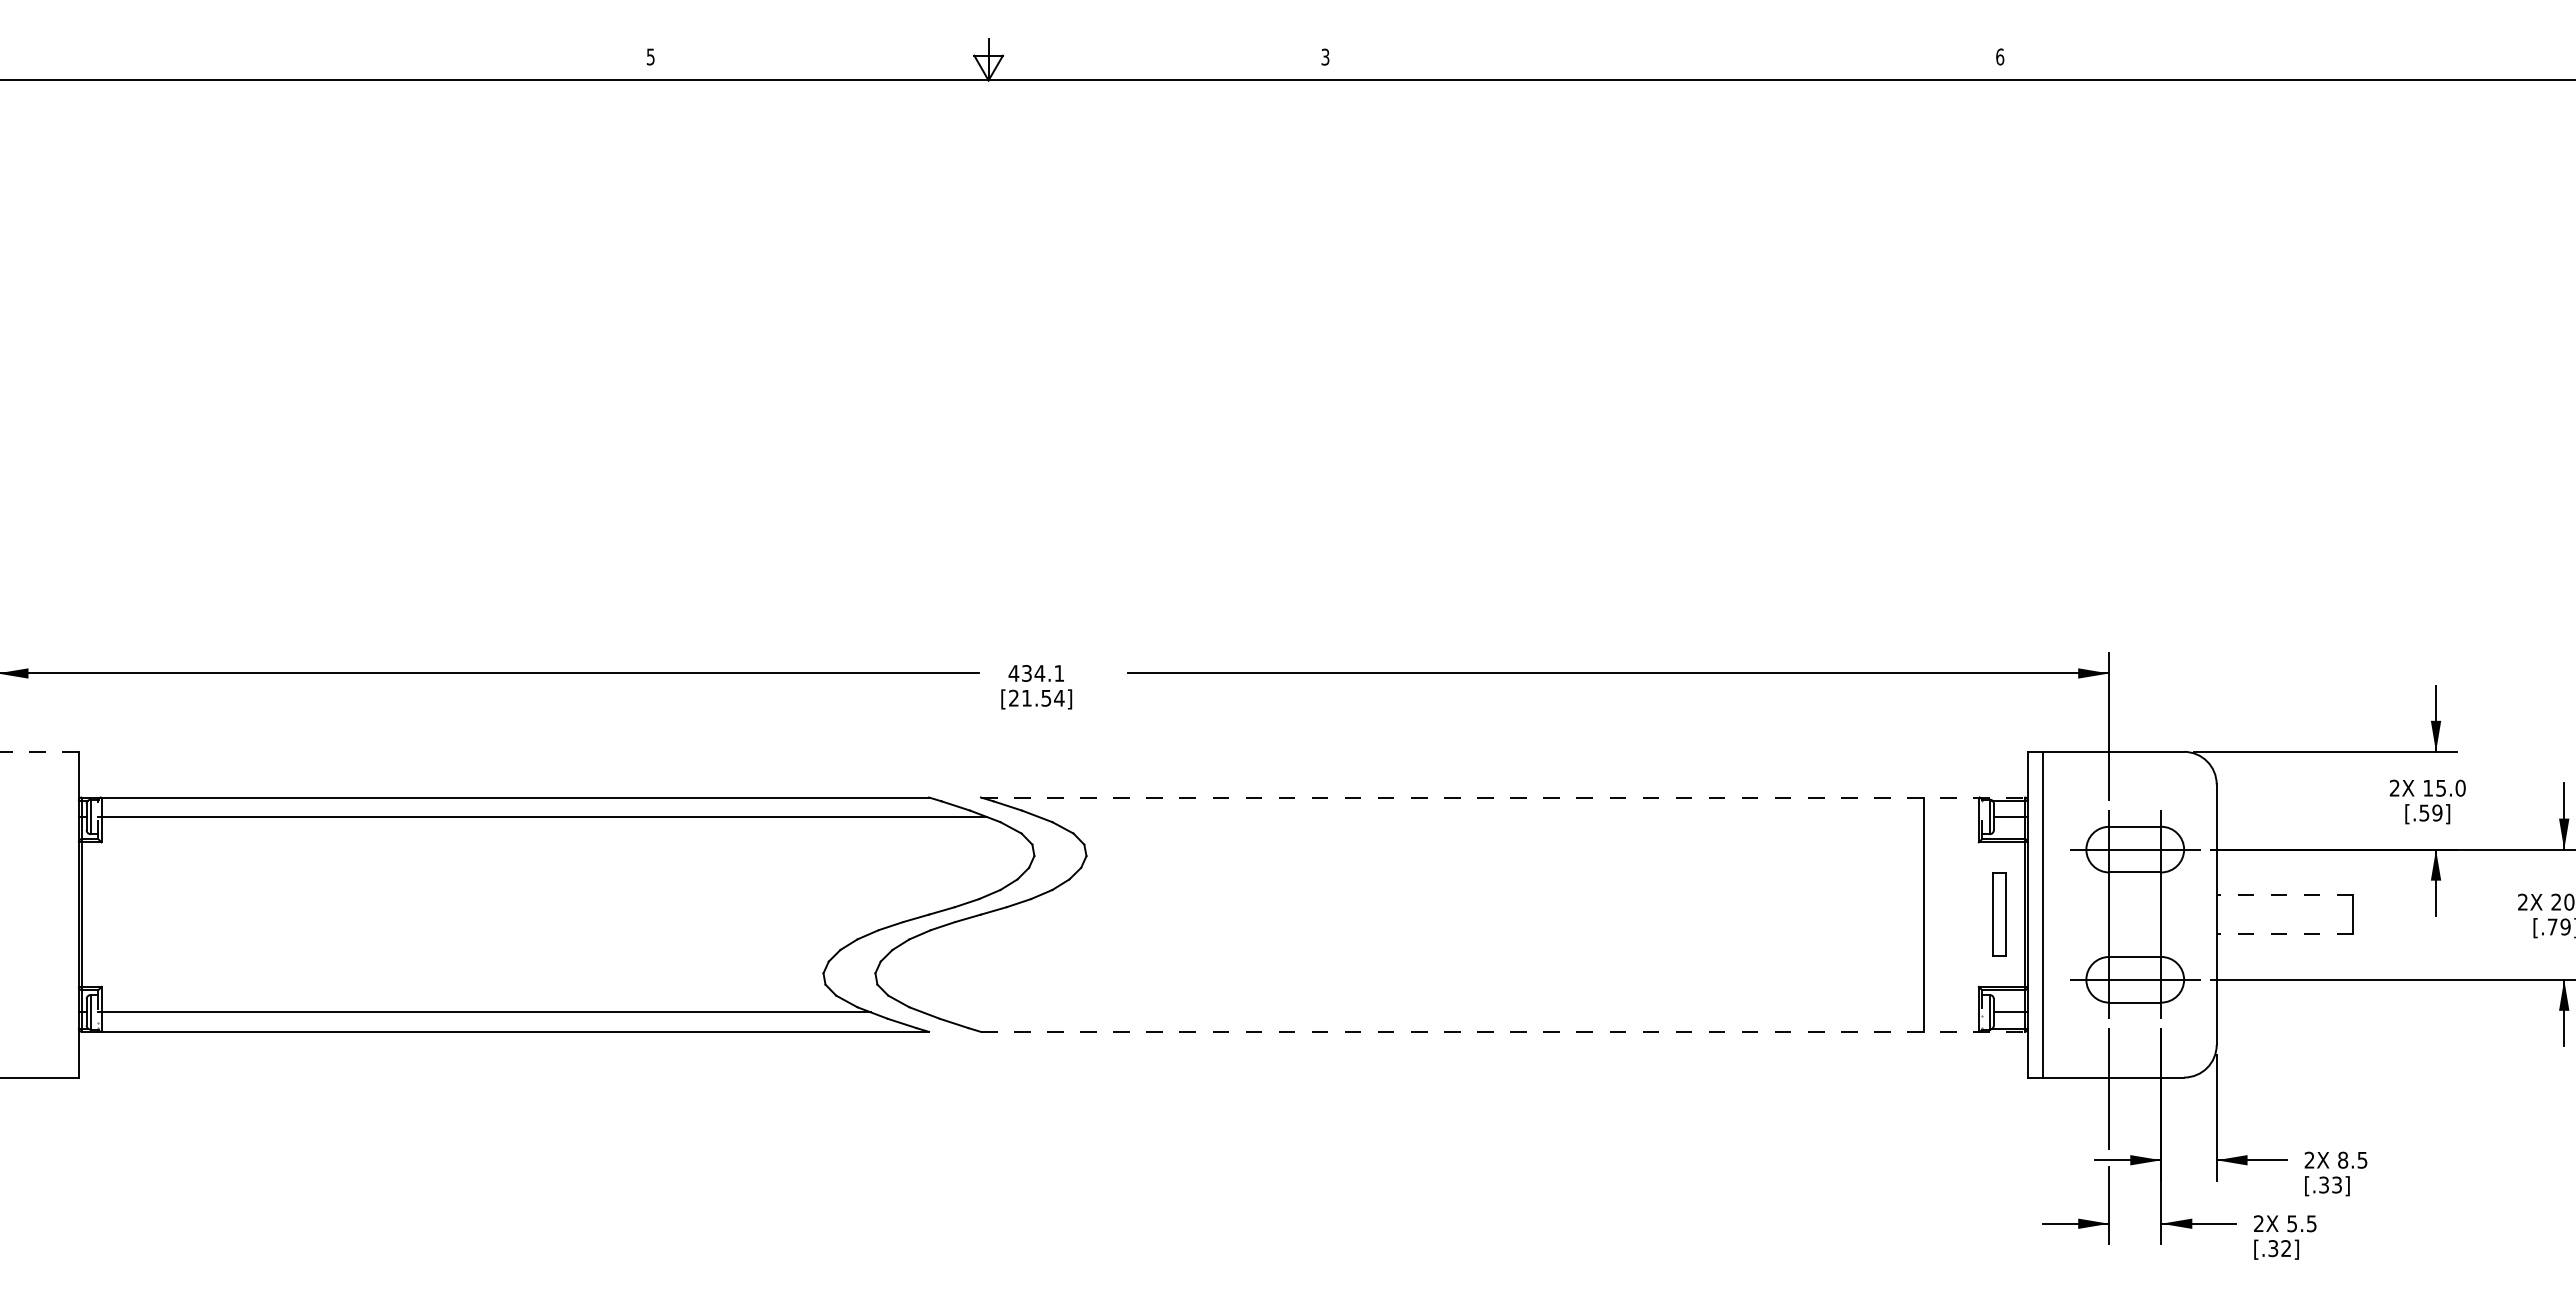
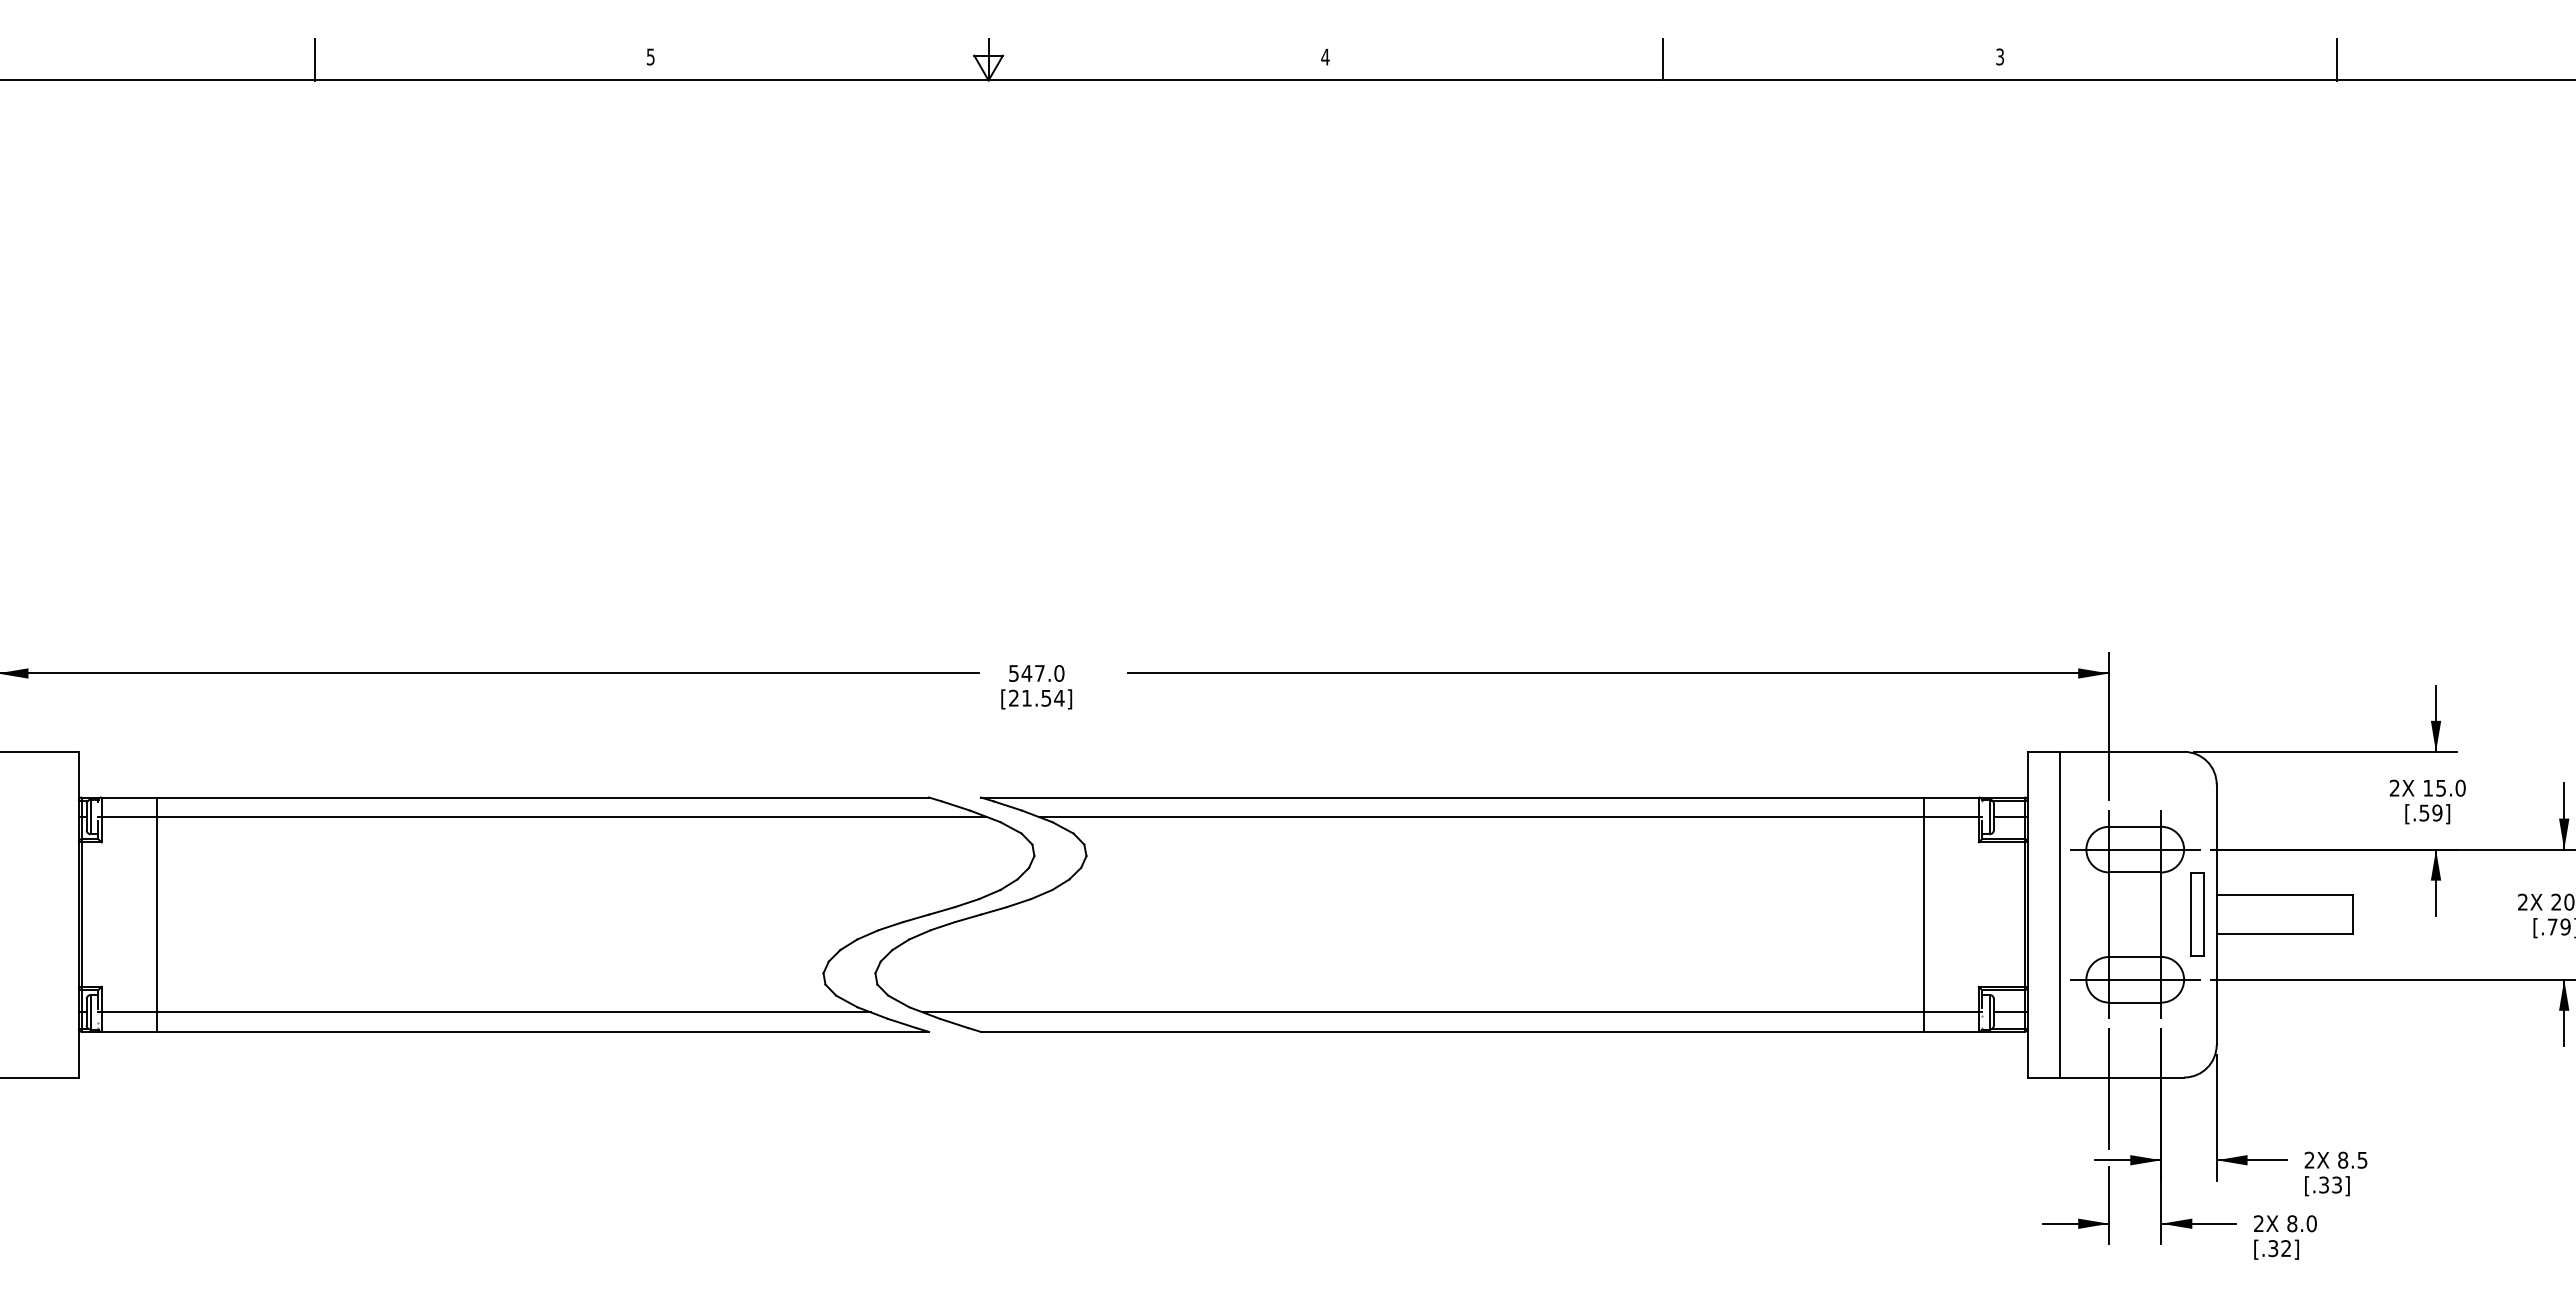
text at (1325, 56): 3 -> 4
text at (2000, 56): 6 -> 3
line at (314, 59): none -> present
line at (1663, 59): none -> present
line at (2337, 59): none -> present
text at (1036, 673): 434.1 -> 547.0
line at (39, 751): dashed -> solid
line at (1502, 797): dashed -> solid
line at (1510, 817): none -> present
line at (2284, 894): dashed -> solid
line at (156, 914): none -> present
part at (1999, 914) position: (1999, 914) -> (2197, 914)
line at (2043, 914) position: (2043, 914) -> (2060, 914)
line at (2284, 934): dashed -> solid
line at (1452, 1012): none -> present
line at (1502, 1031): dashed -> solid
text at (2301, 1223): 5.5 -> 8.0
